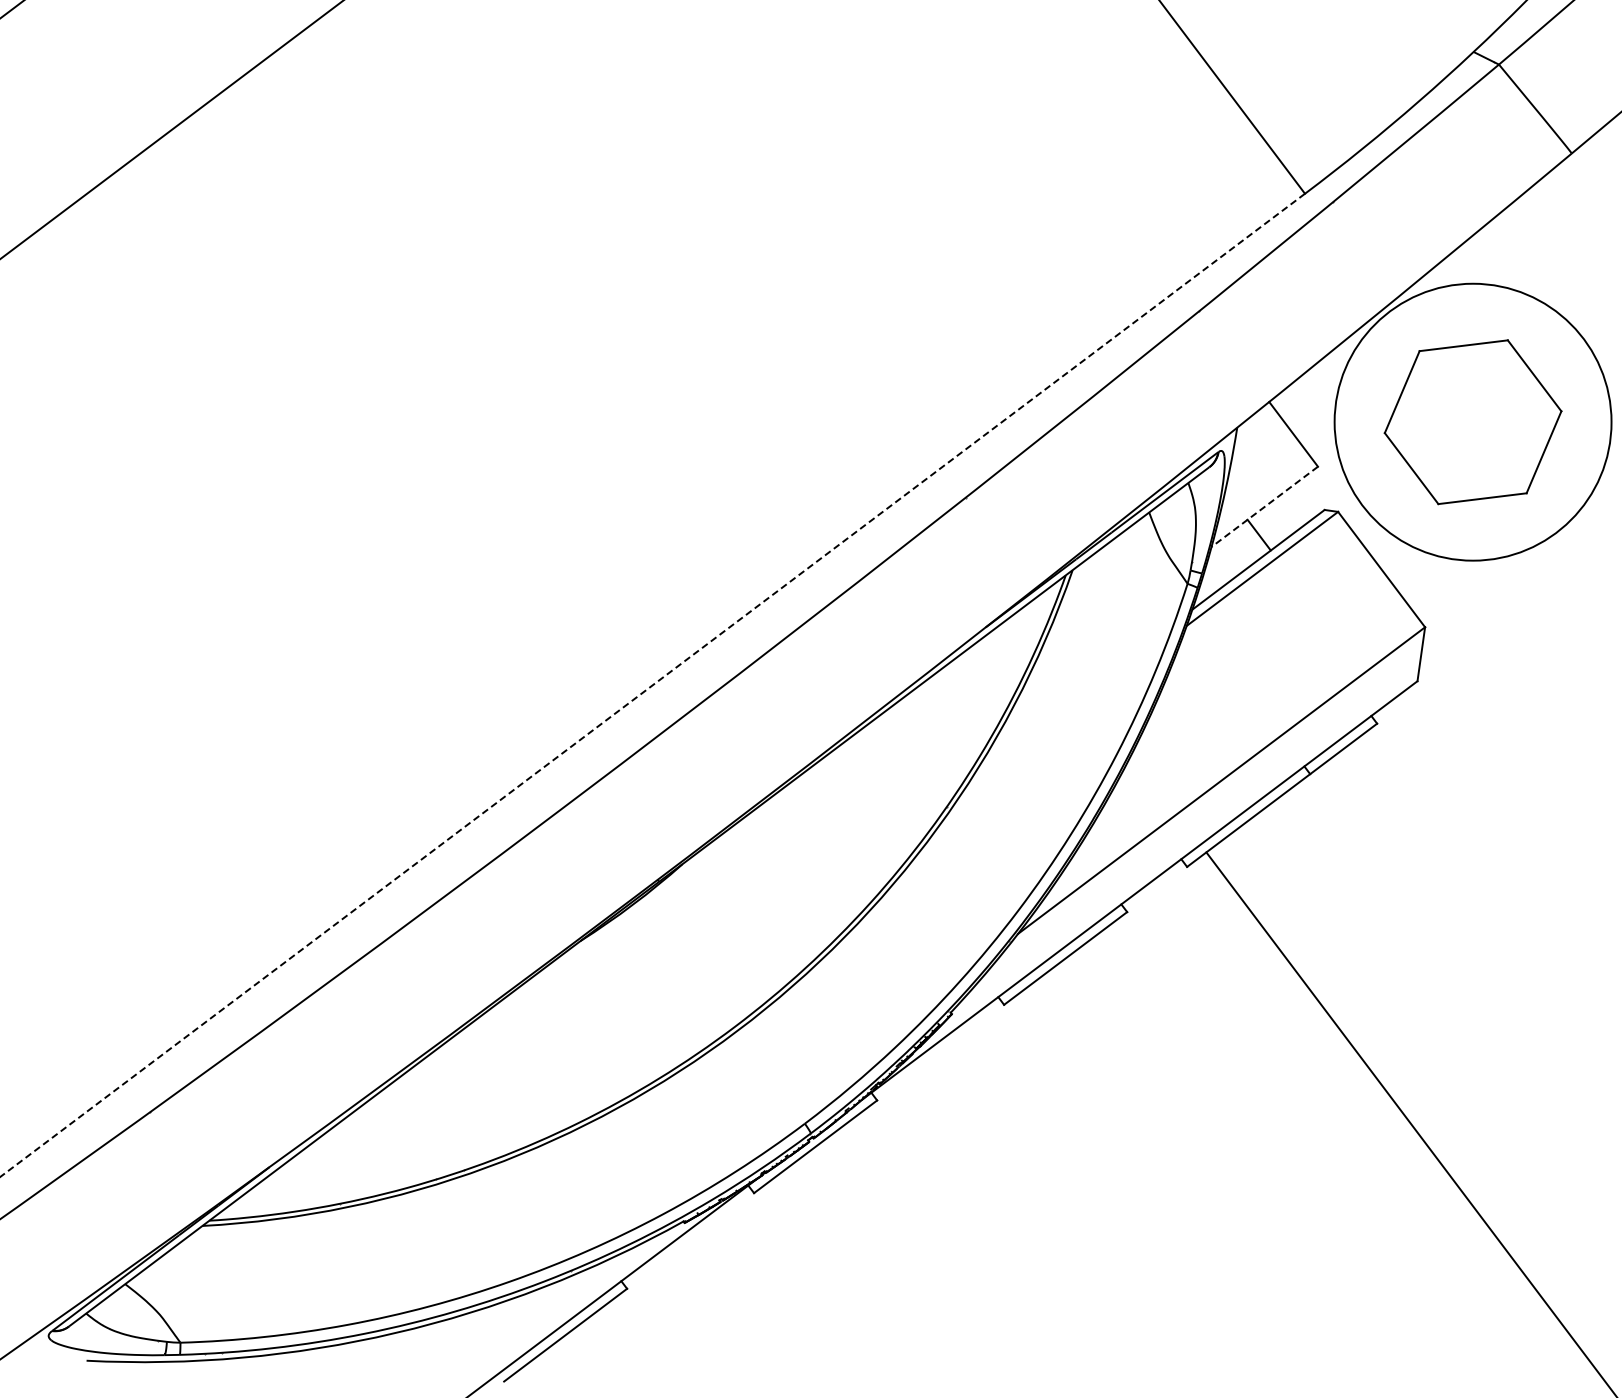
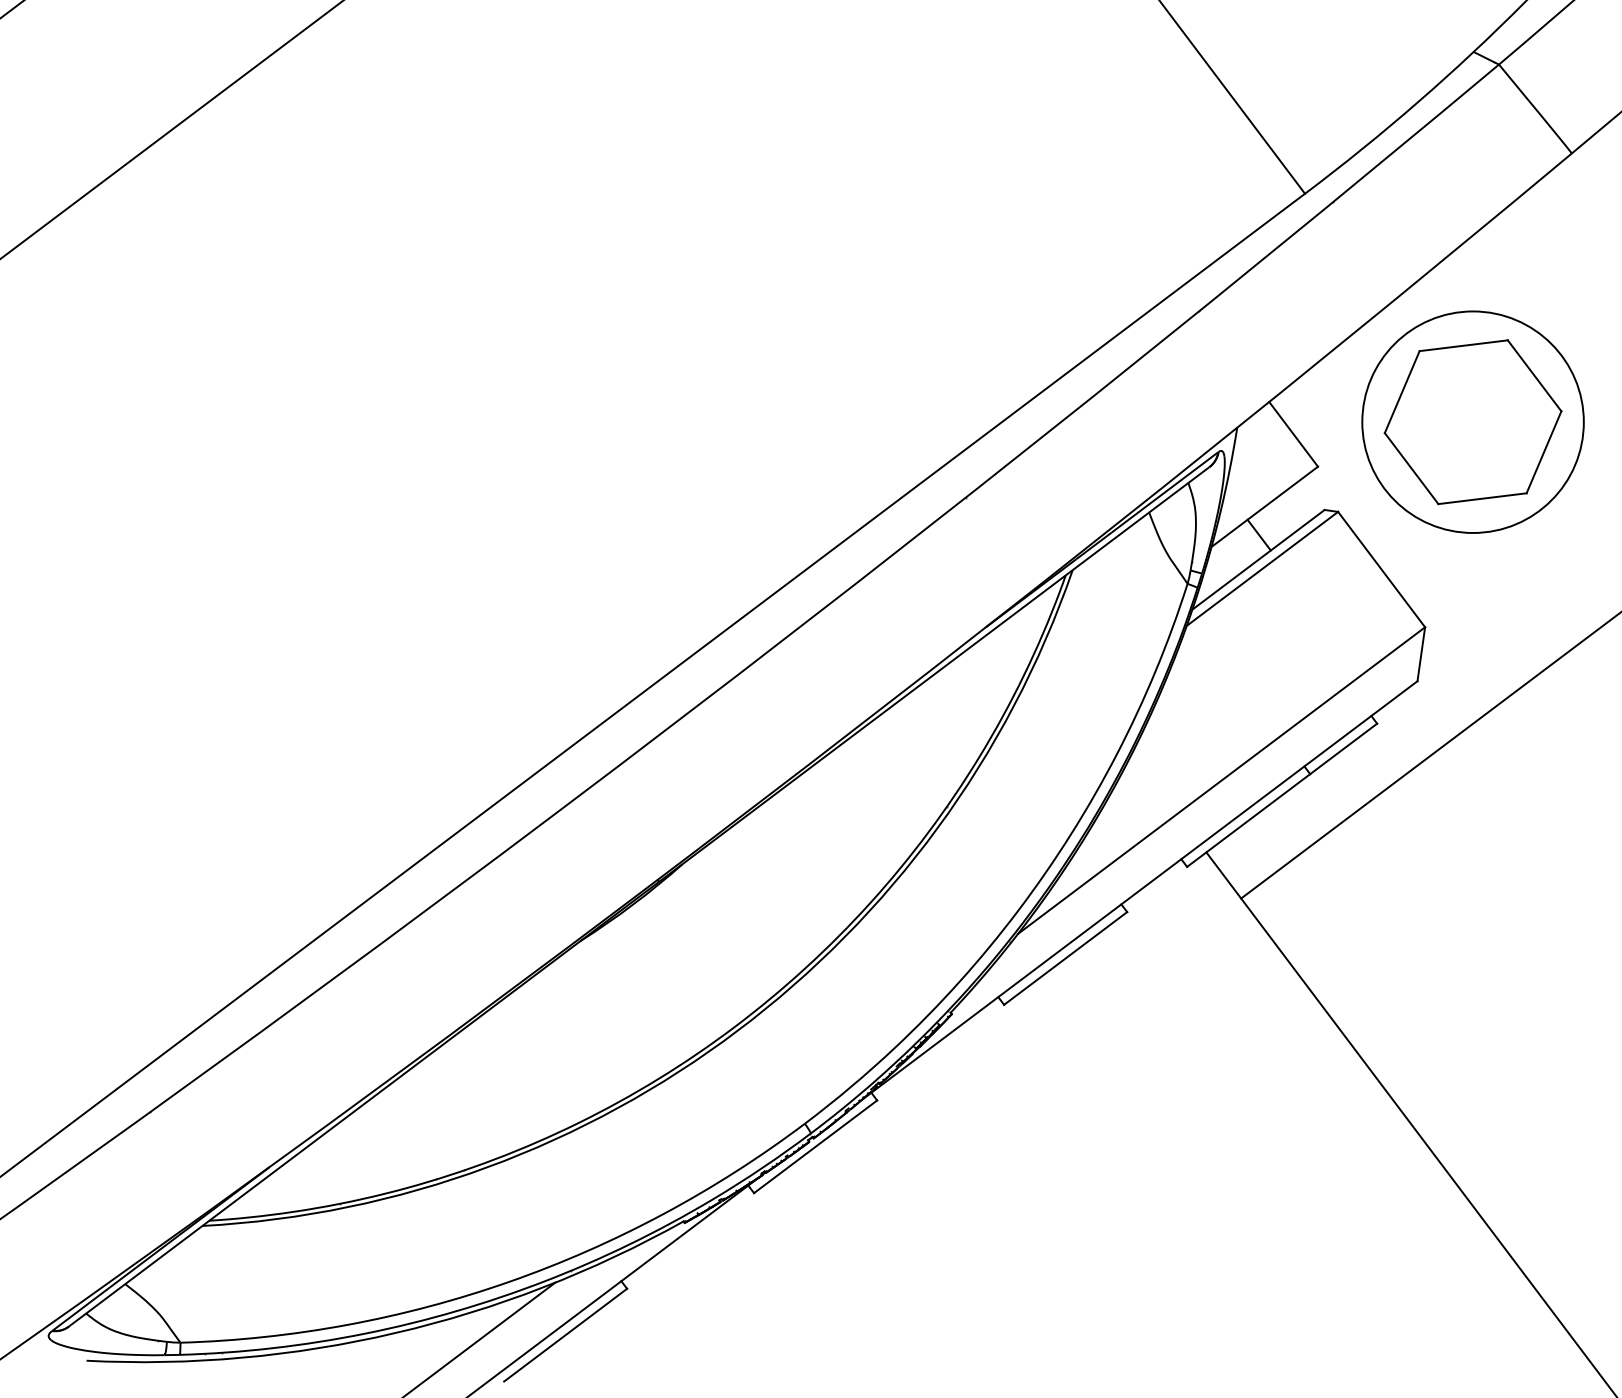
circle at (1472, 421) diameter: 277 px -> 222 px
line at (1264, 506): dashed -> solid
line at (652, 685): dashed -> solid
line at (1429, 756): none -> present
line at (480, 1338): none -> present
